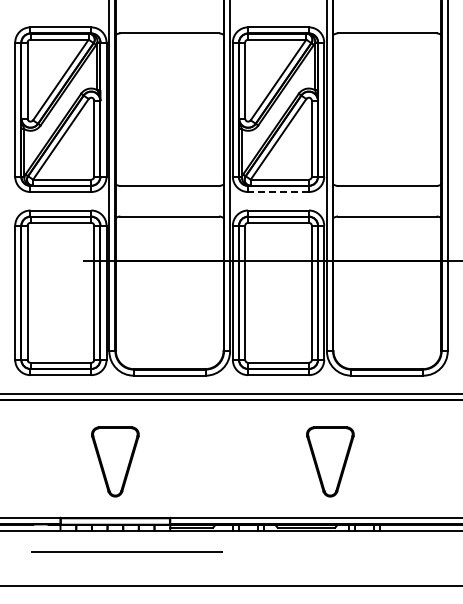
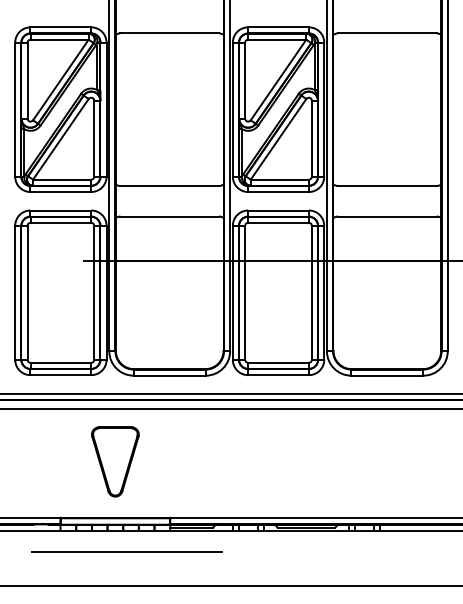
line at (278, 192): dashed -> solid
line at (230, 408): none -> present
part at (330, 461): present -> none
